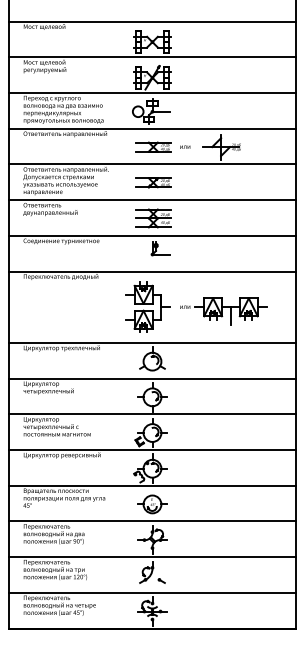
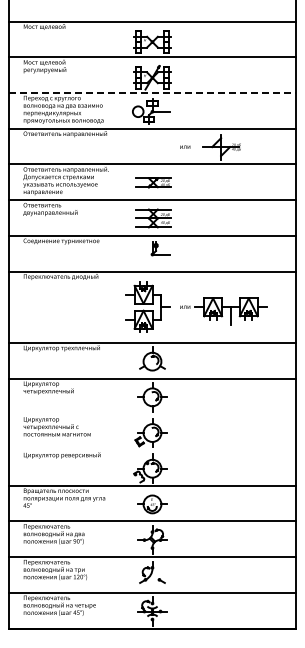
line at (152, 93): solid -> dashed
part at (153, 146): present -> none
line at (152, 414): present -> none
line at (152, 450): present -> none
